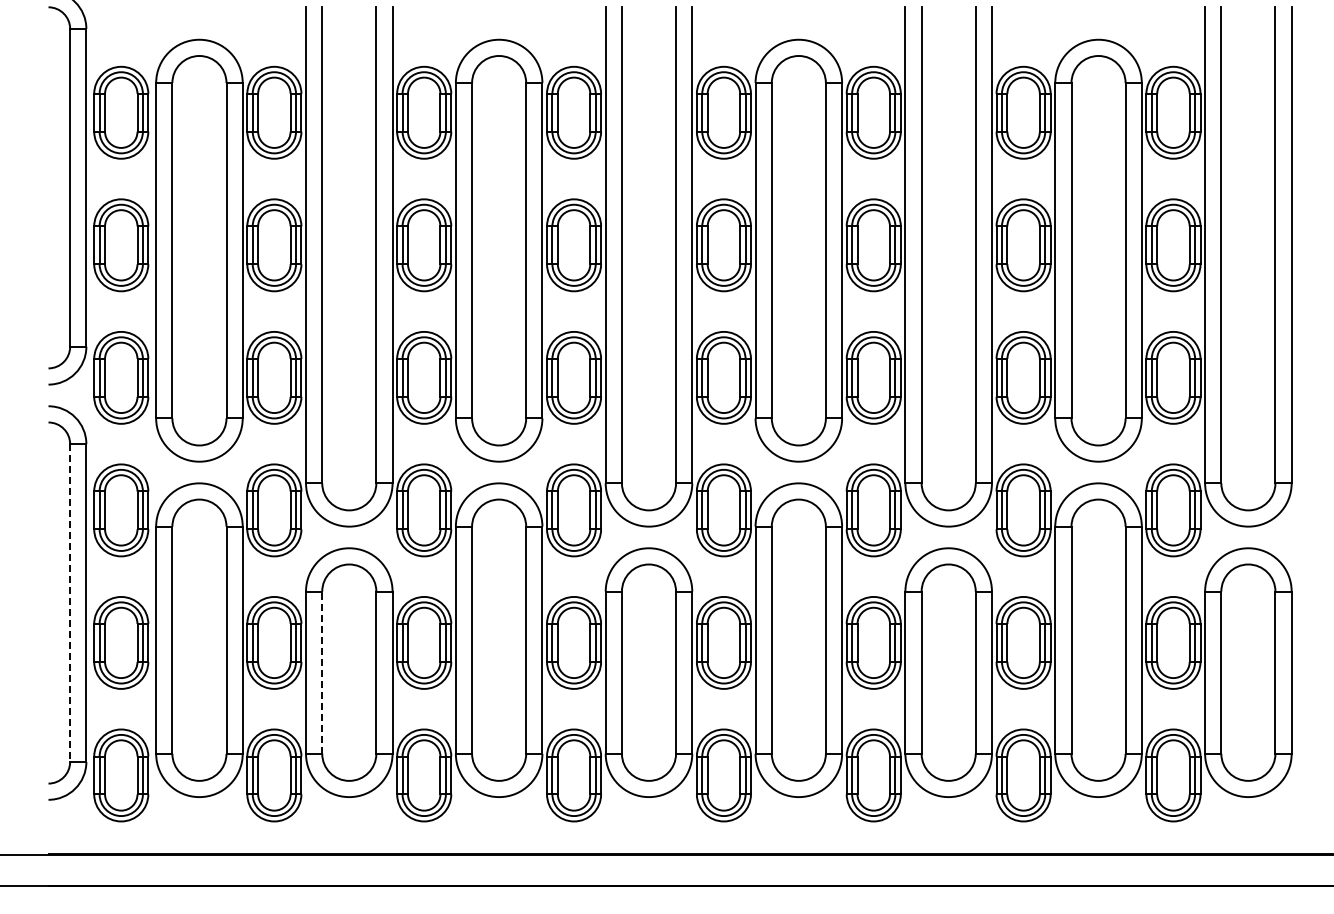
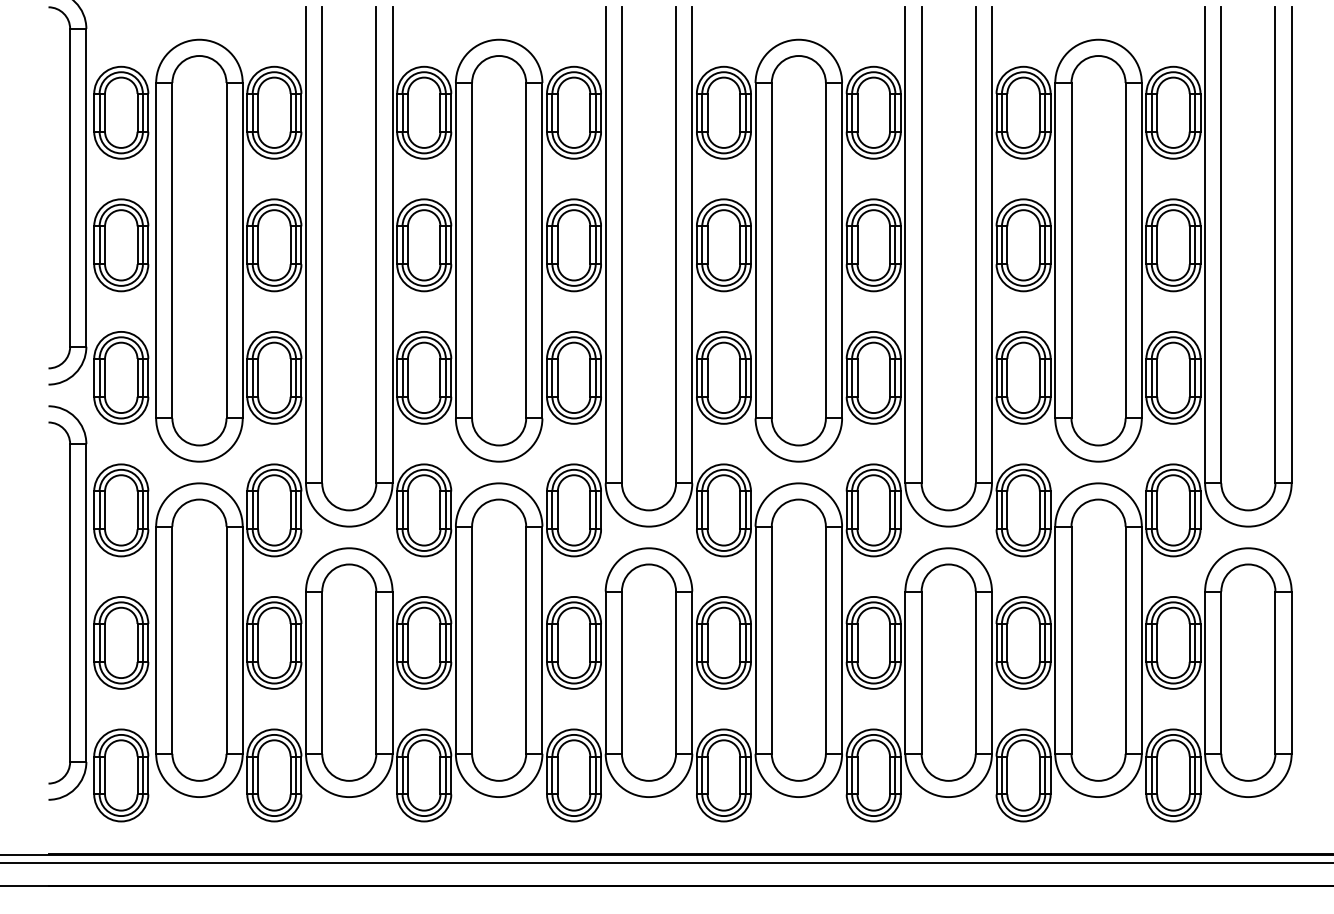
line at (70, 603): dashed -> solid
line at (322, 672): dashed -> solid
line at (666, 863): none -> present
